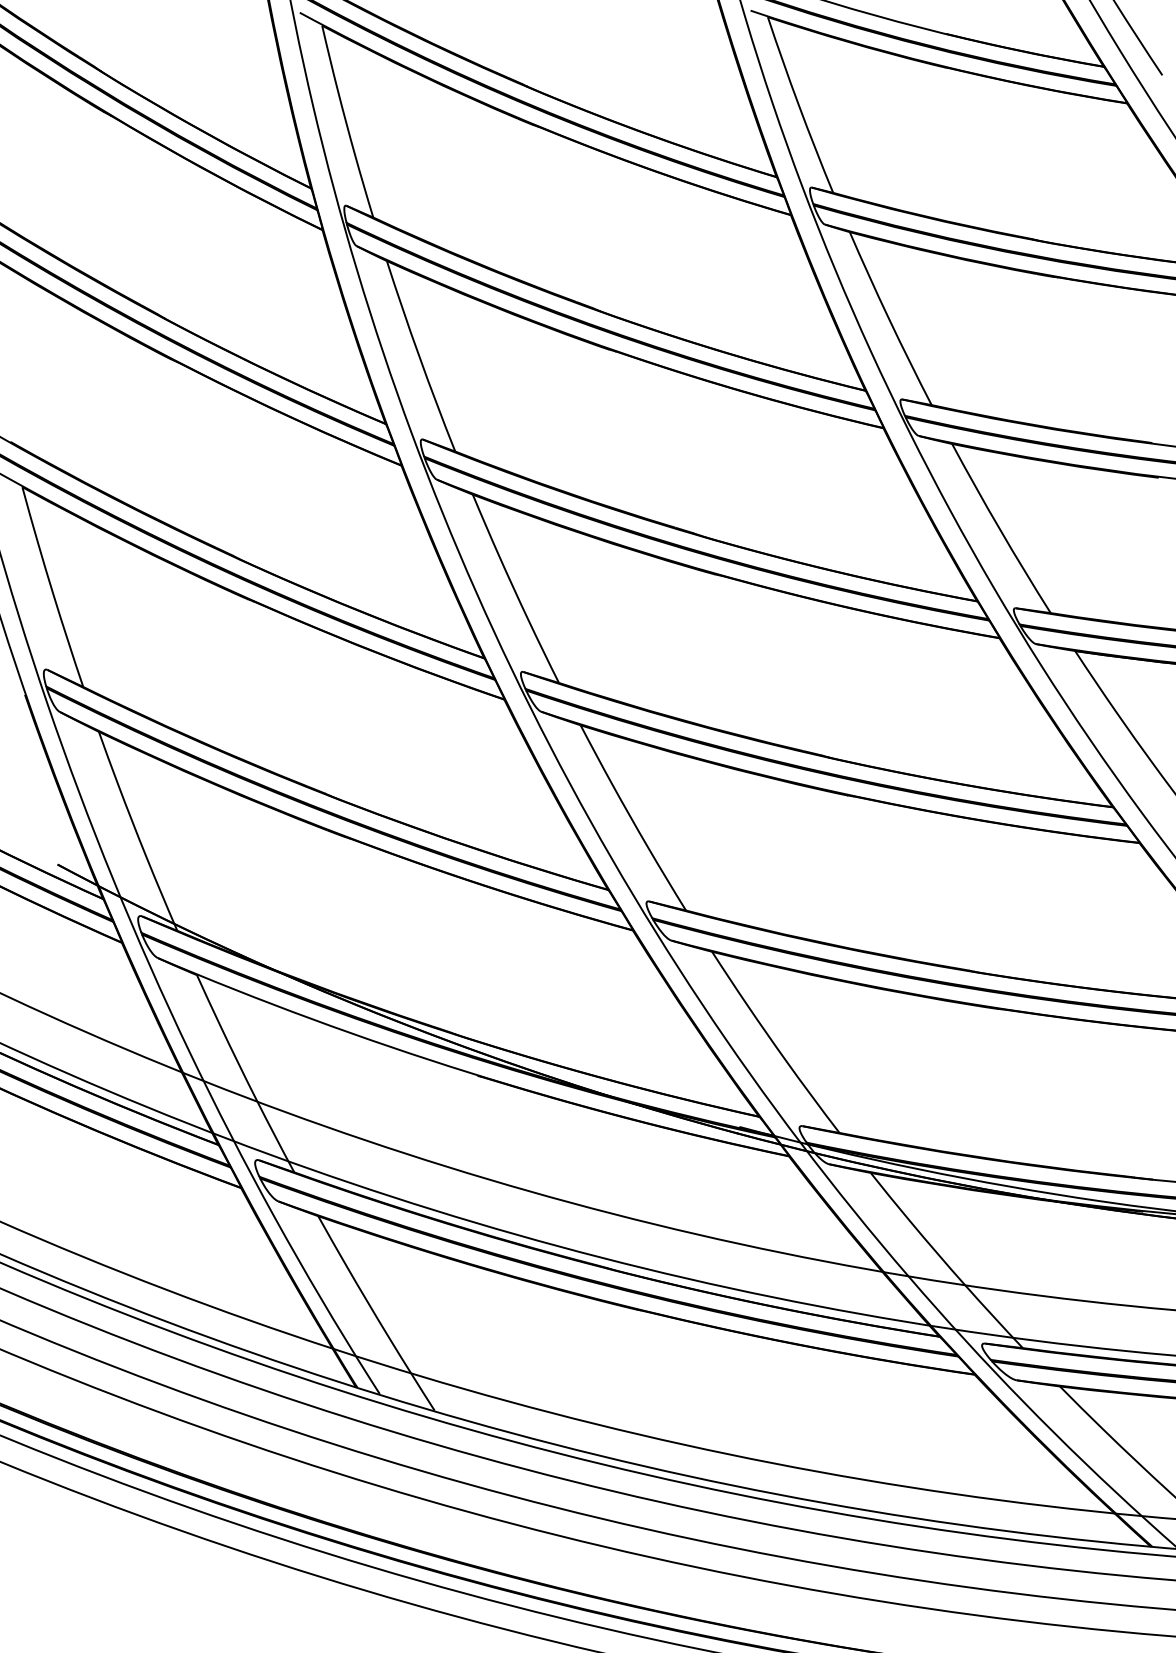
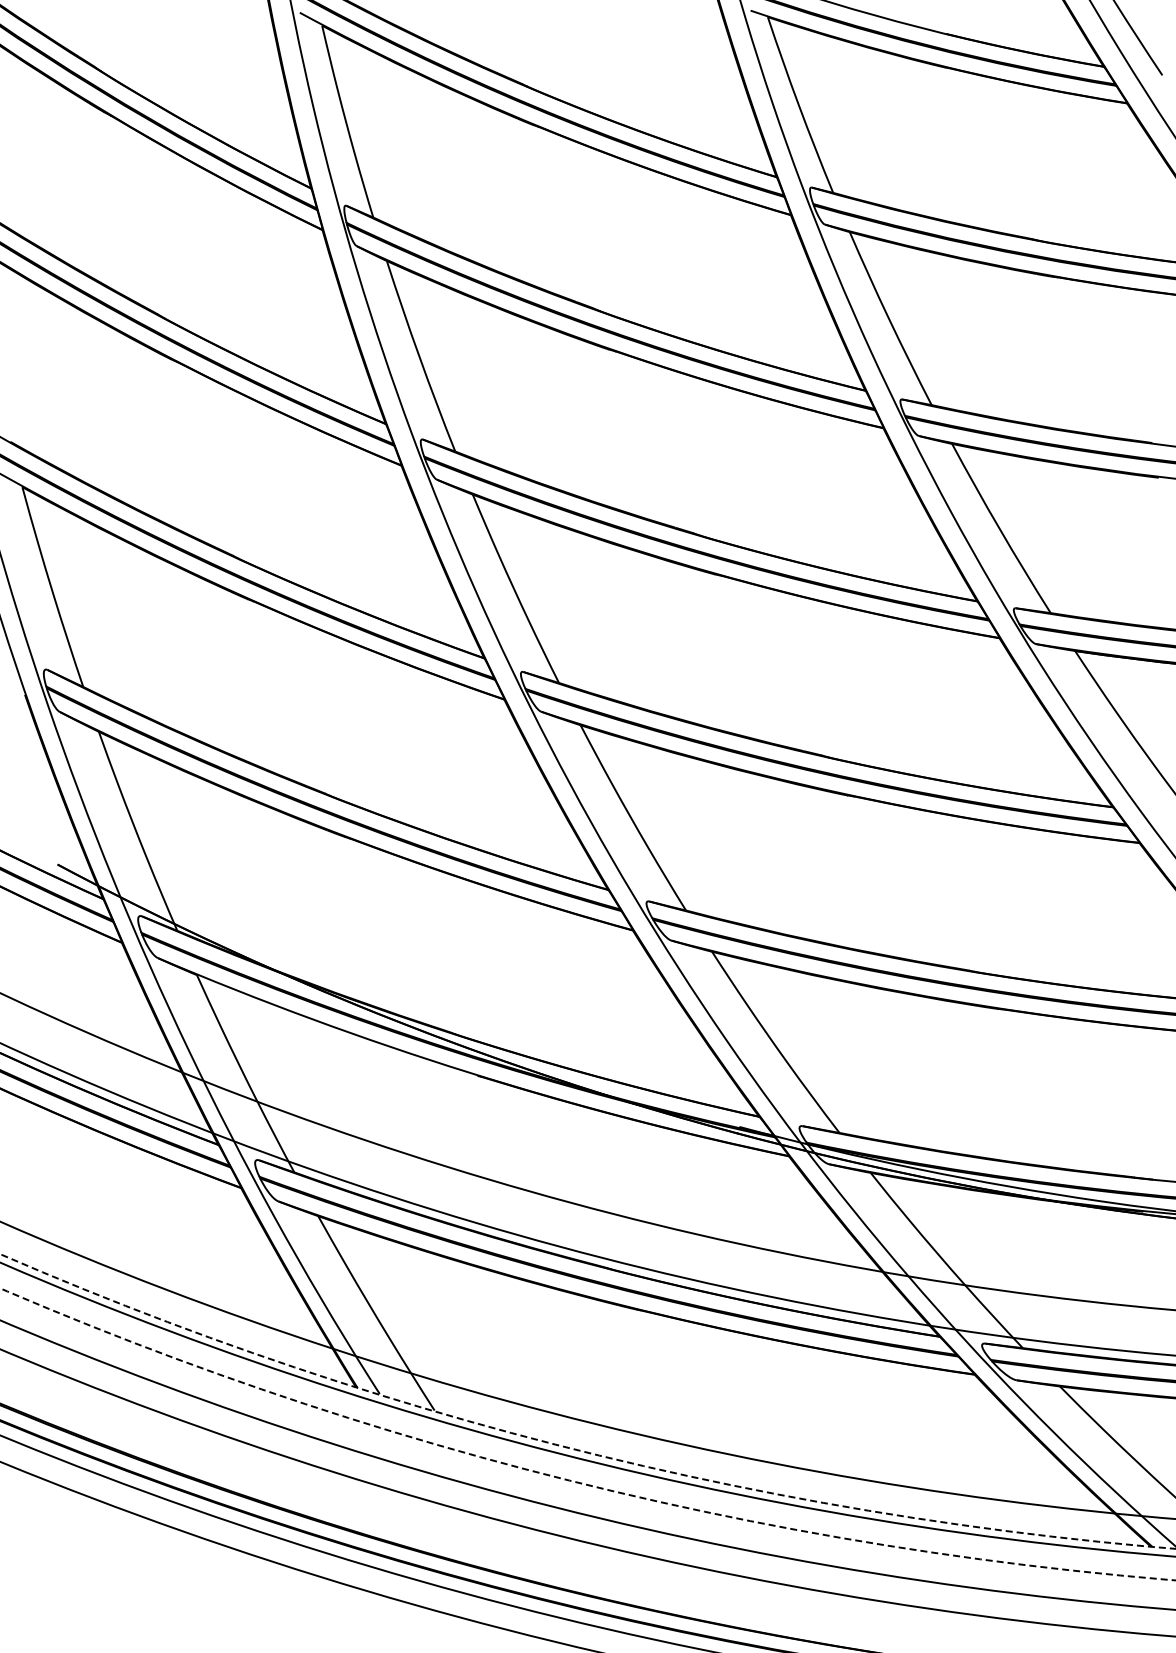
arc at (575, 1449): solid -> dashed
arc at (576, 1482): solid -> dashed
